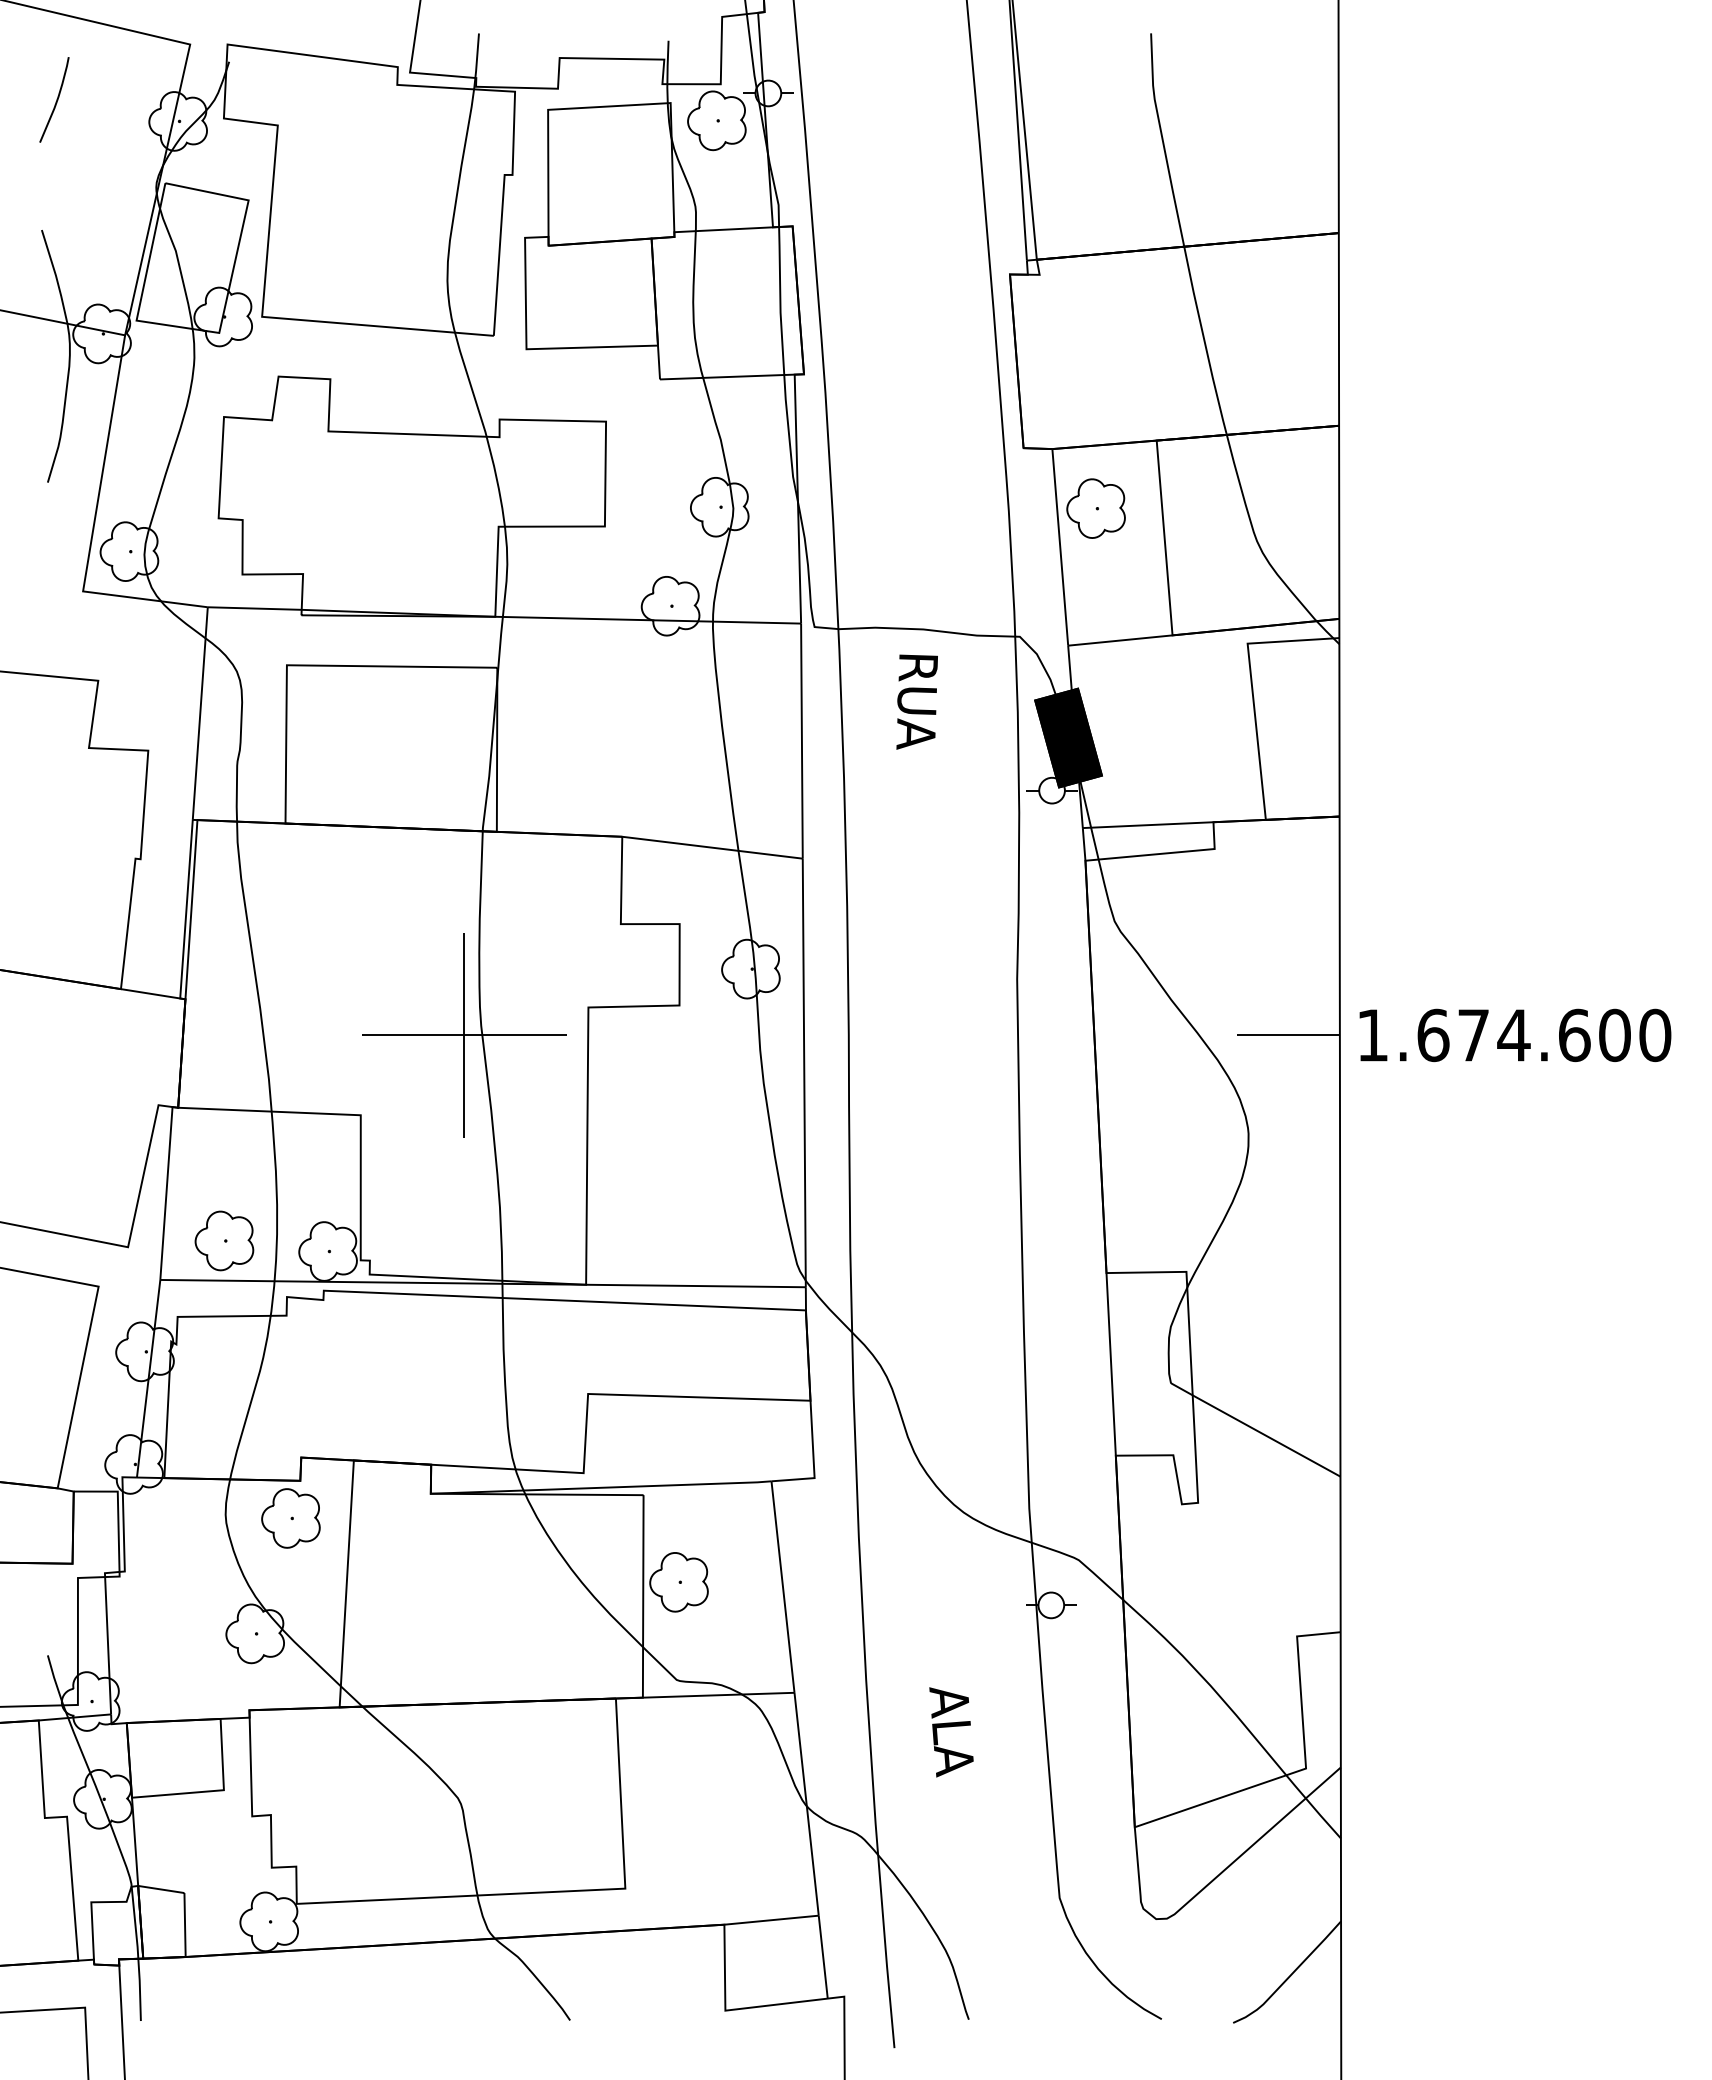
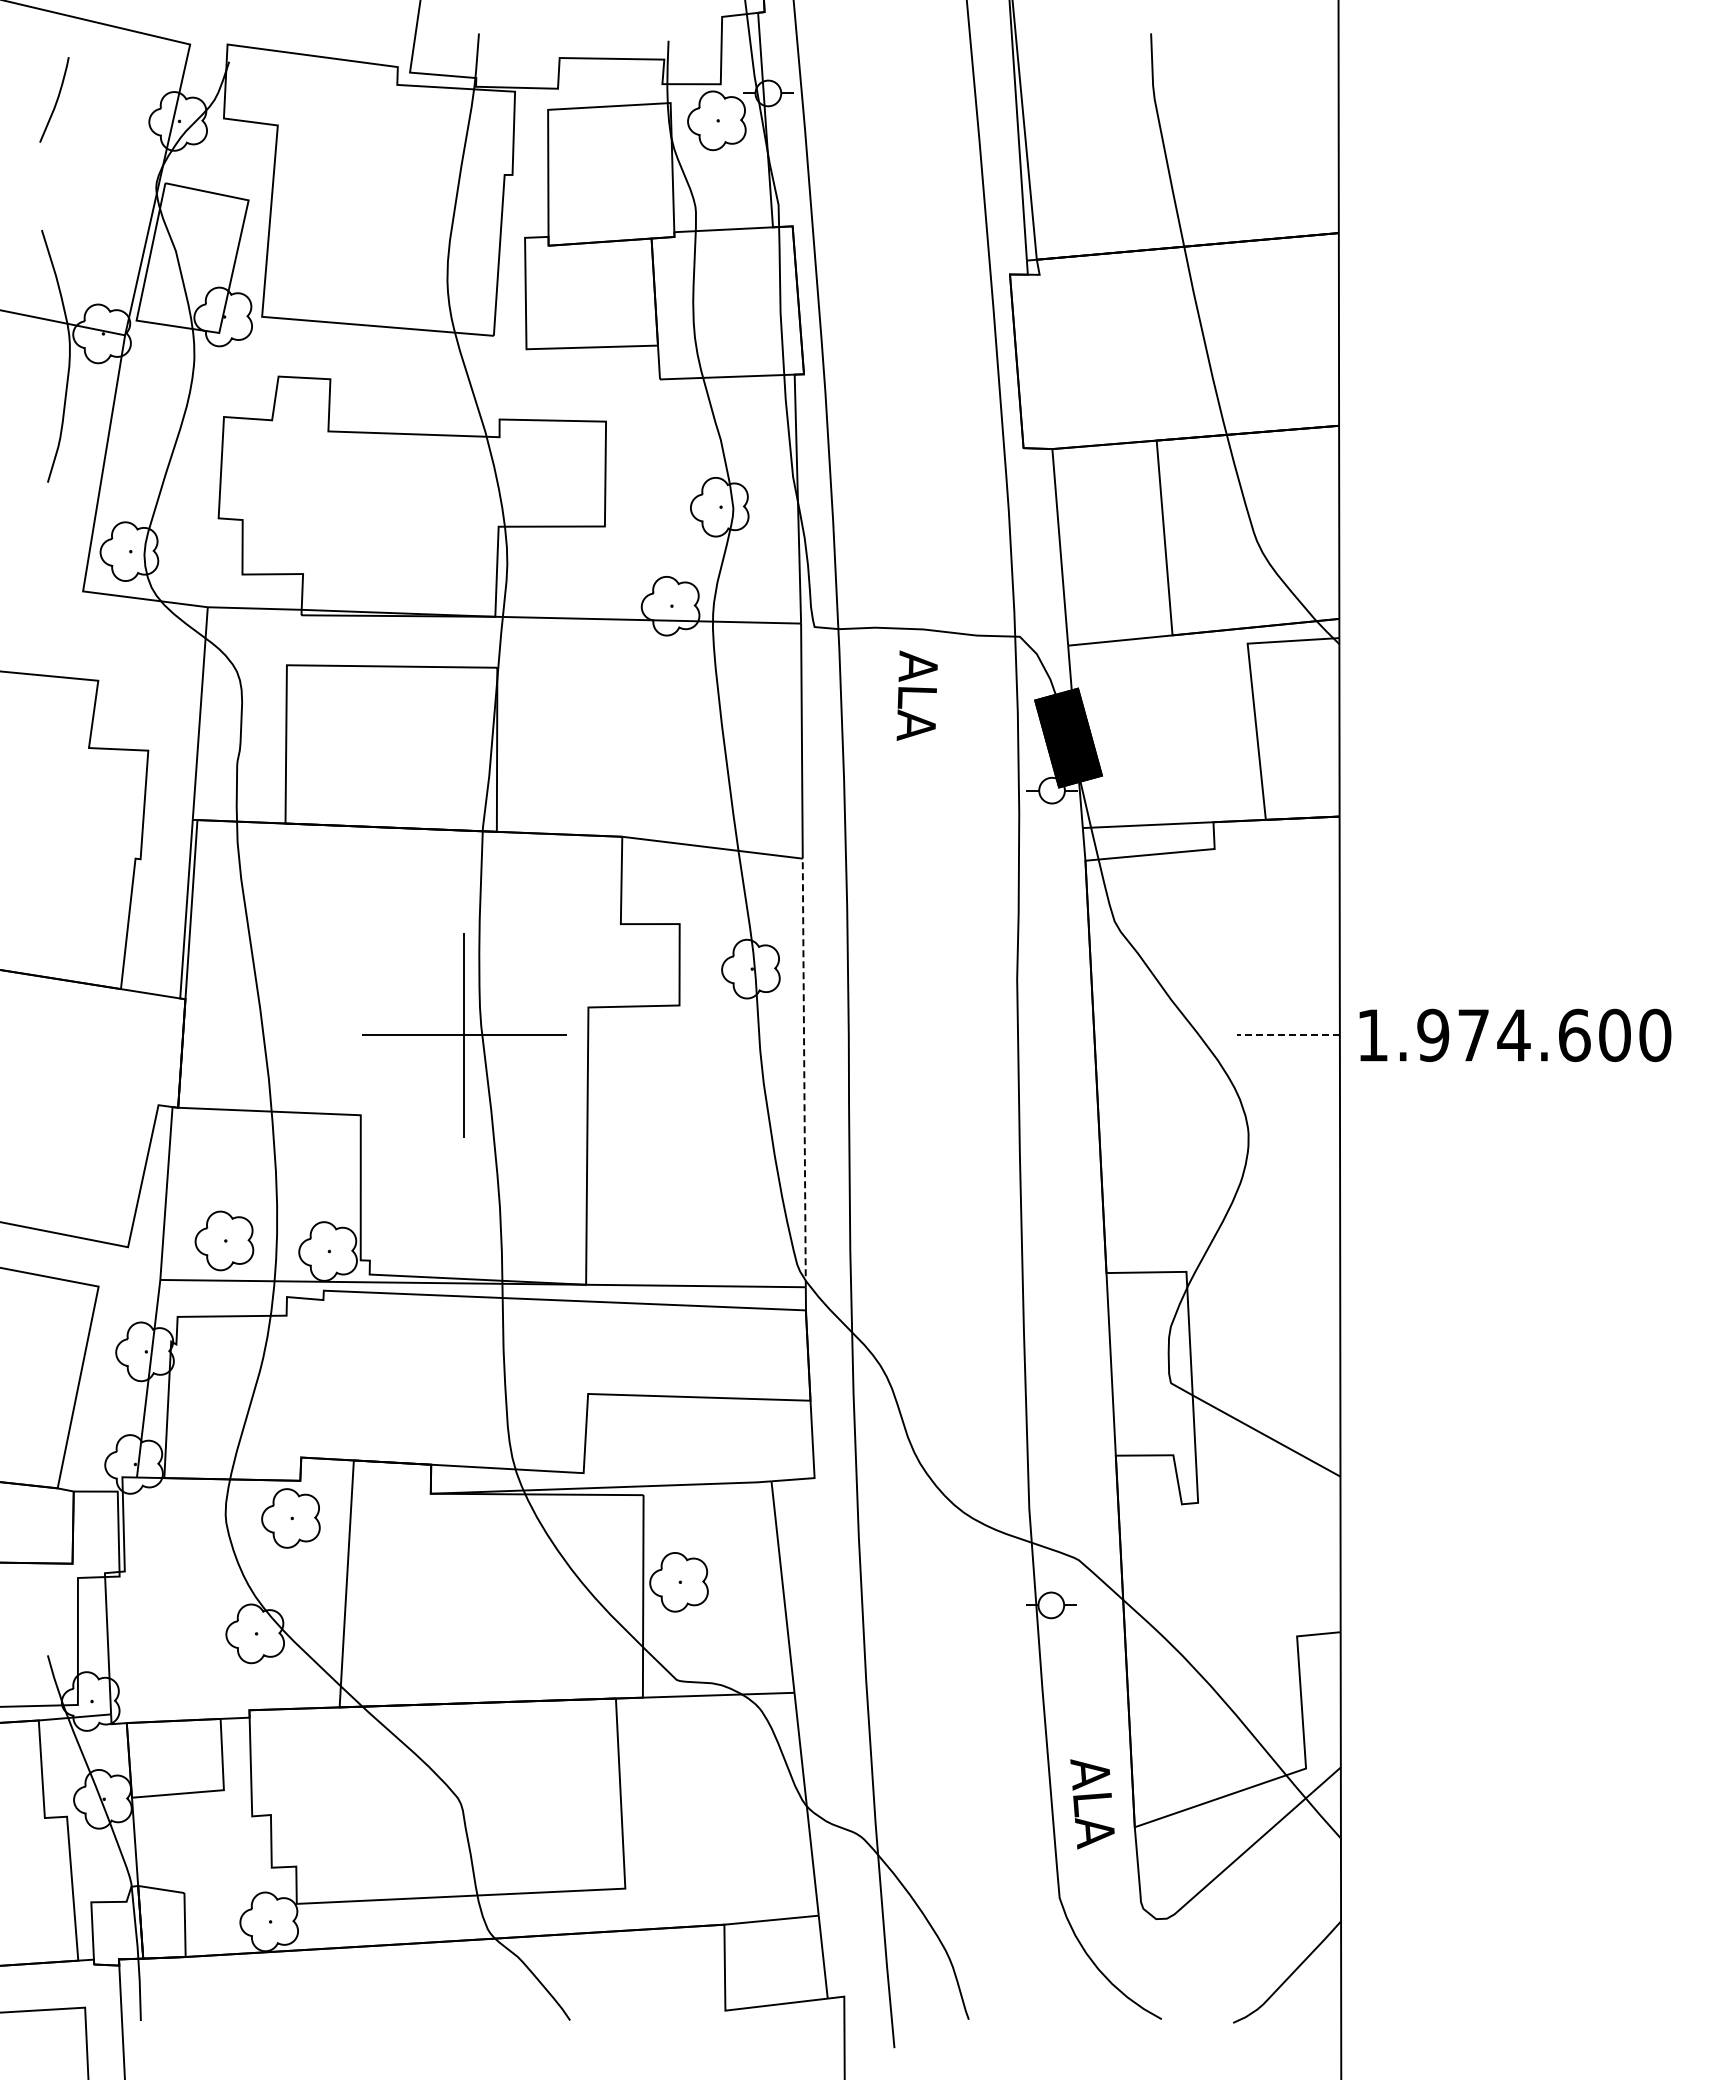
part at (1095, 508): present -> none
text at (916, 699): RUA -> ALA
line at (1287, 1035): solid -> dashed
text at (1433, 1035): 1.674.600 -> 1.974.600
line at (804, 1072): solid -> dashed
text at (951, 1732) position: (951, 1732) -> (1092, 1804)
